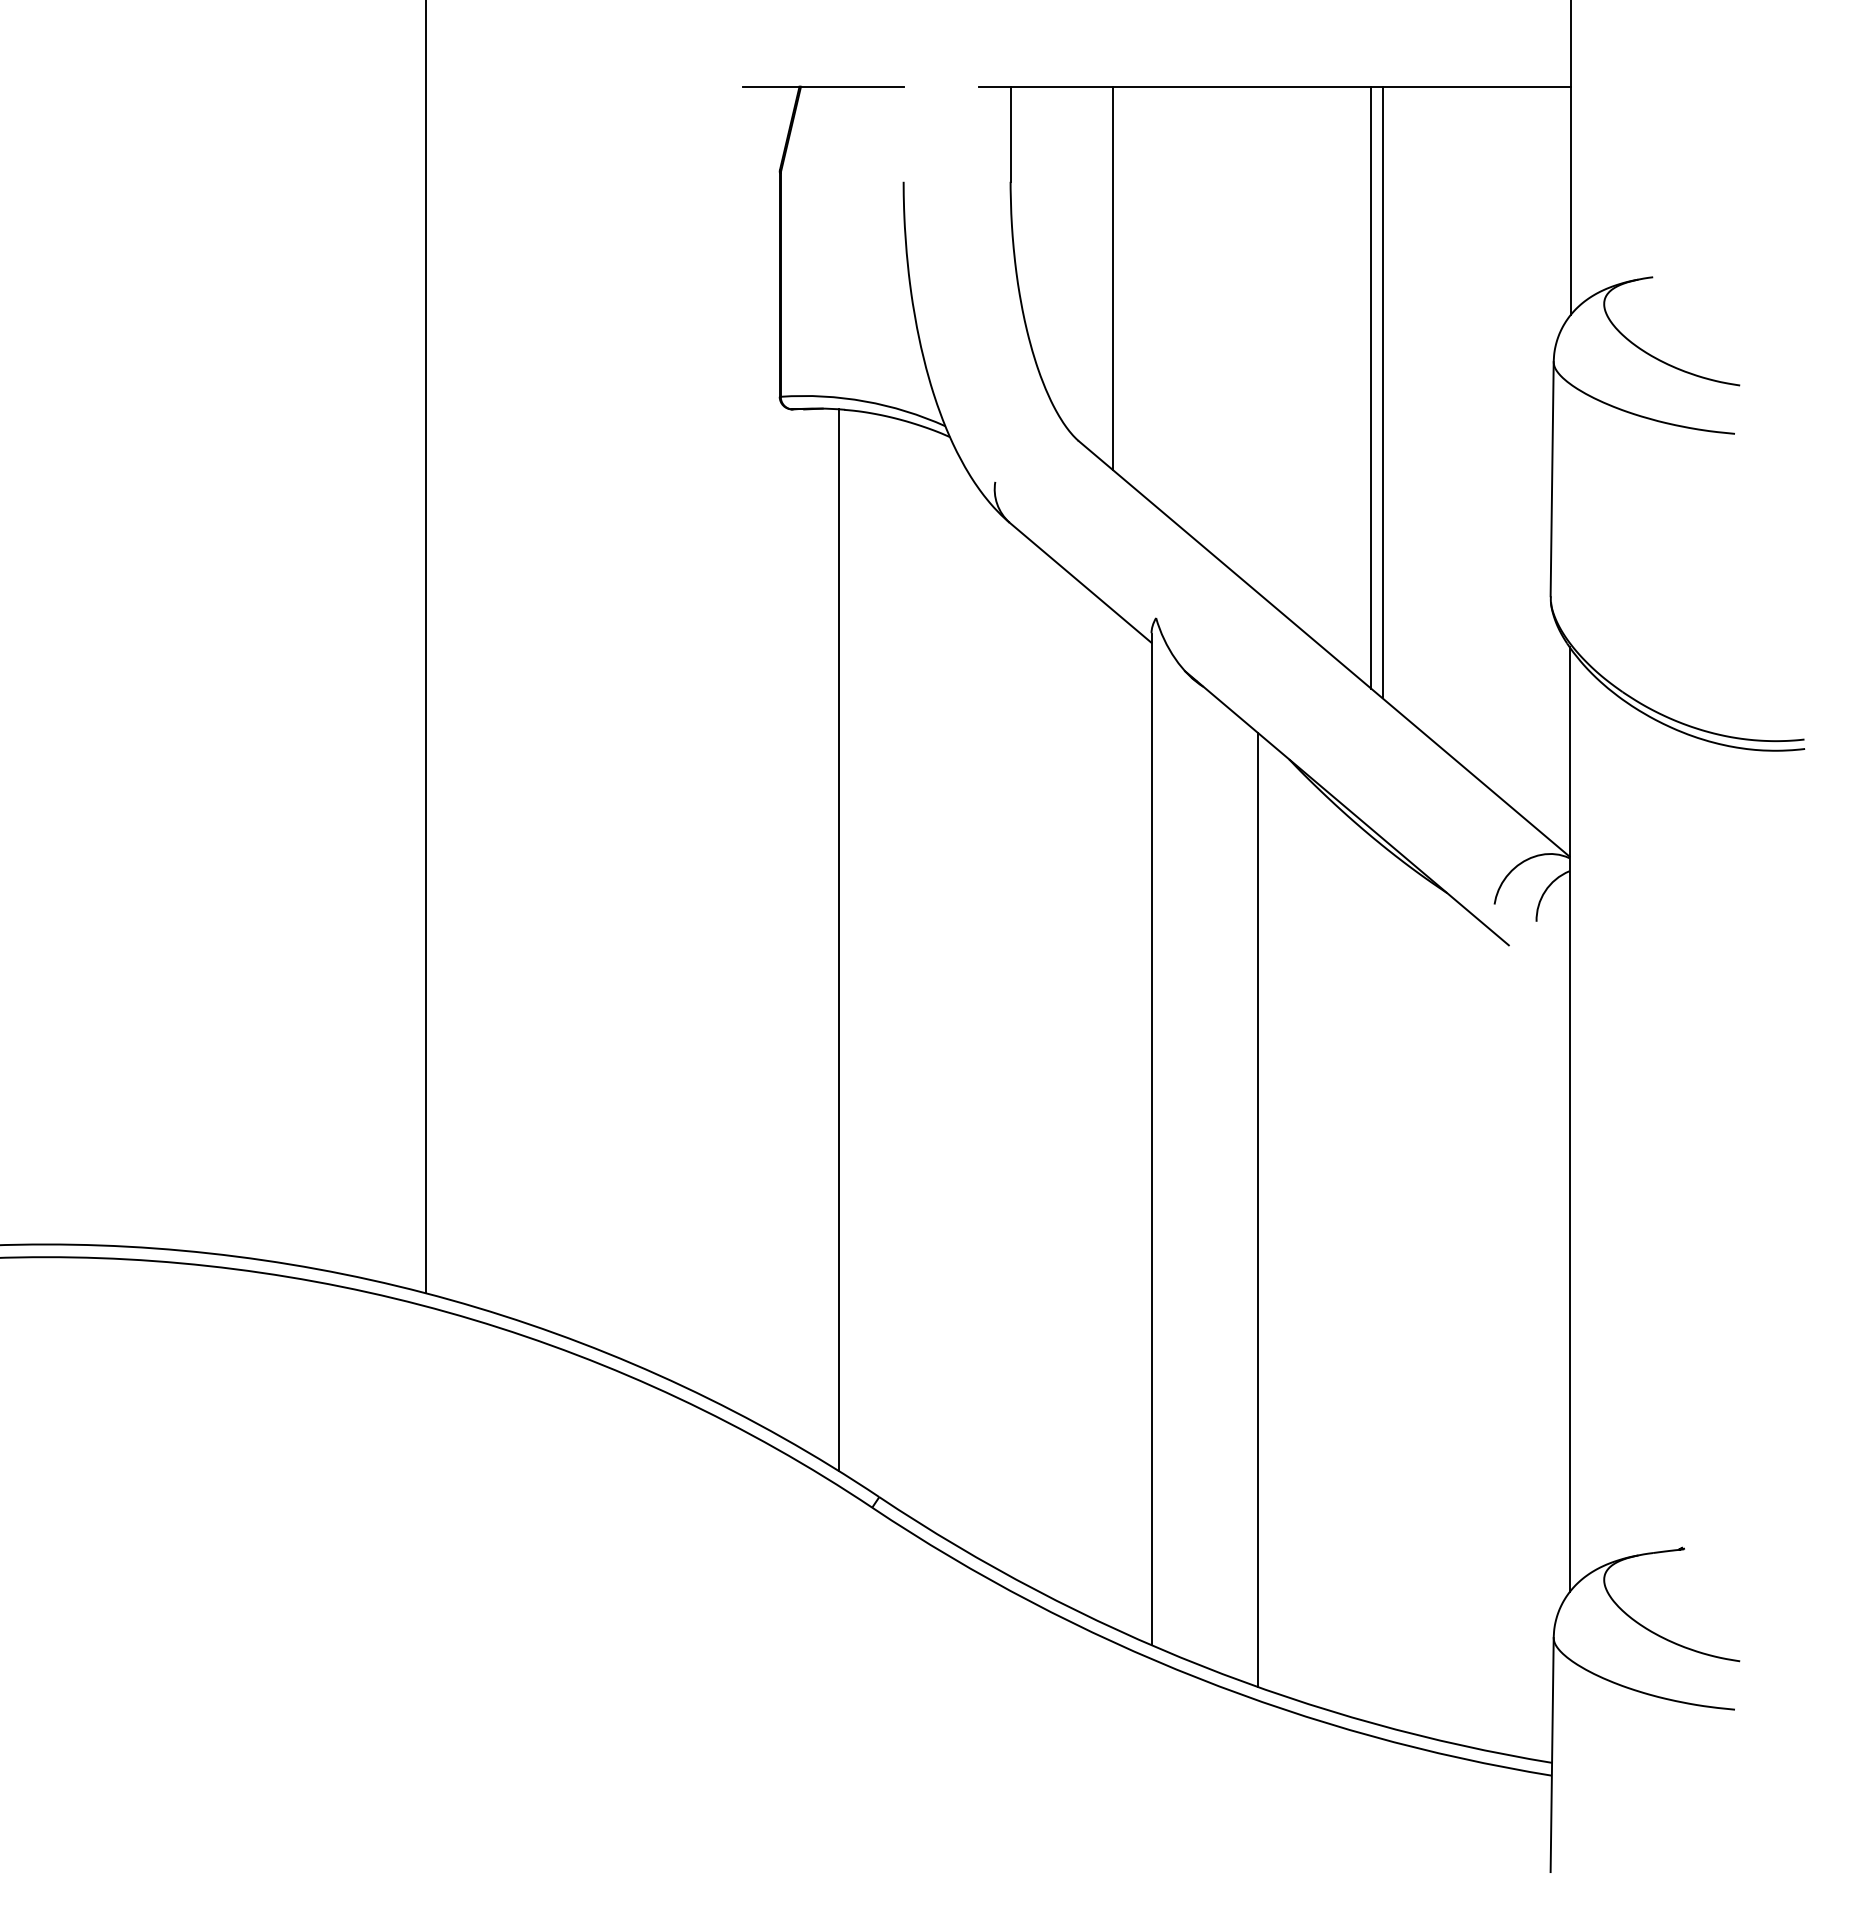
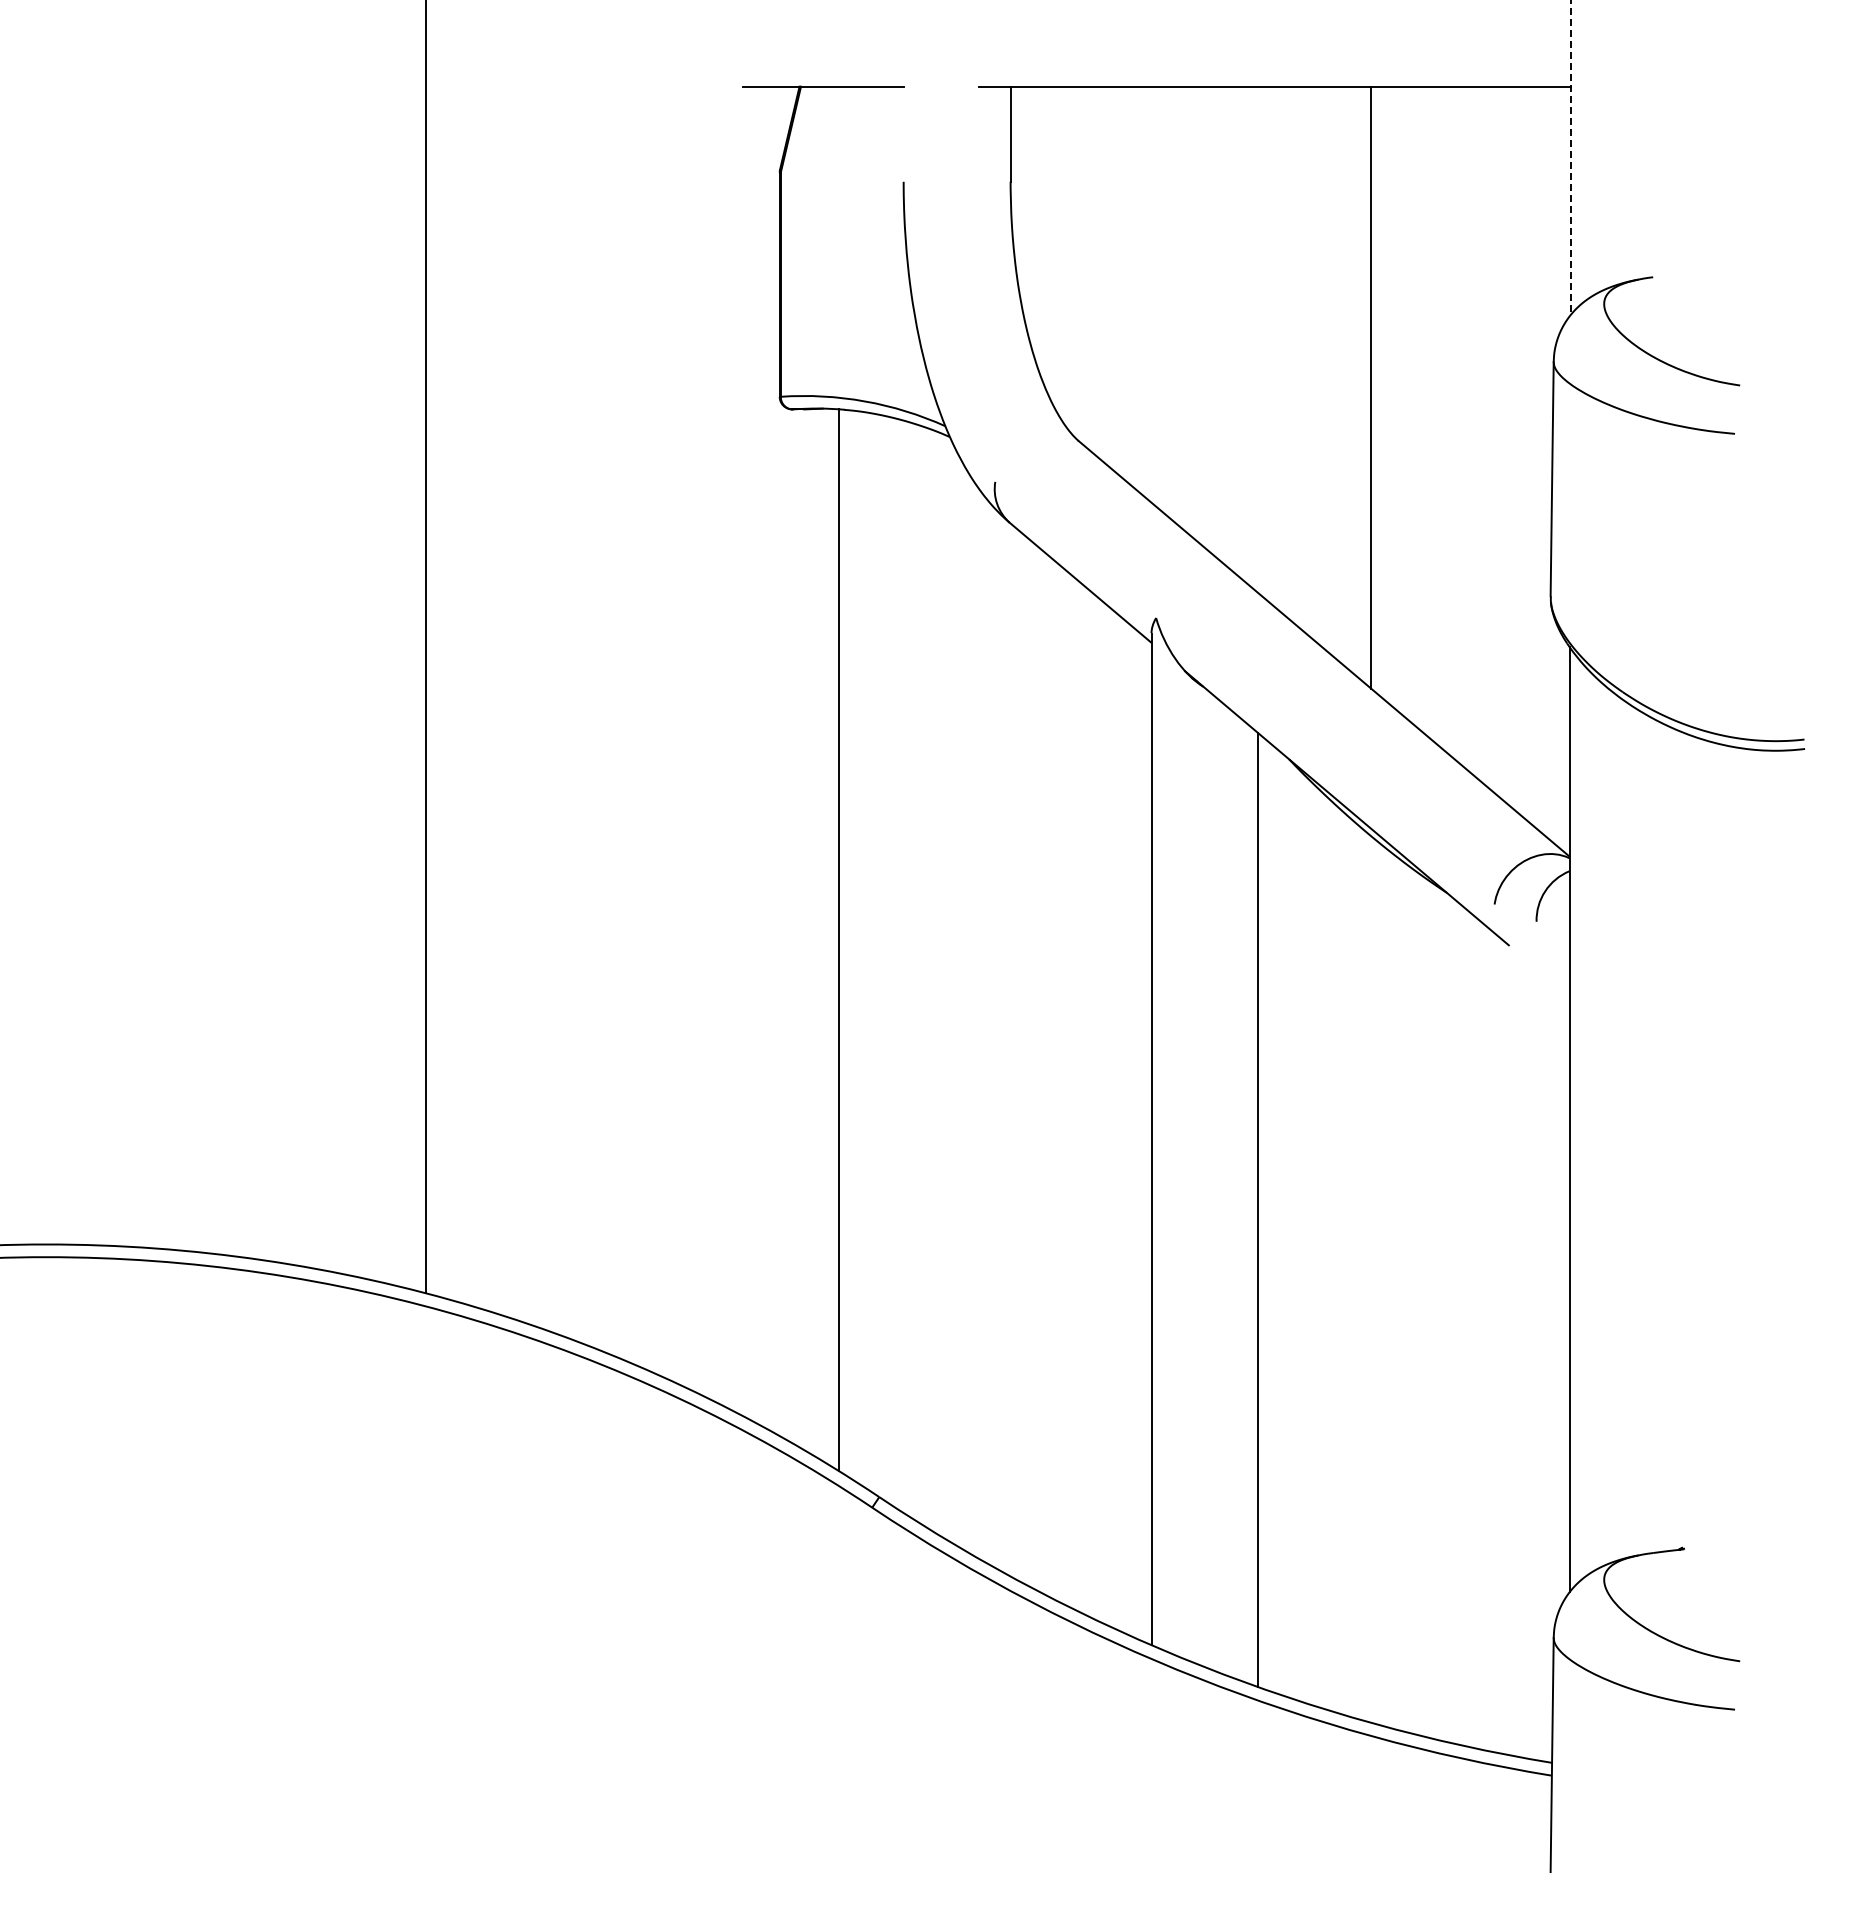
line at (1570, 158): solid -> dashed
line at (1113, 278): present -> none
line at (1382, 391): present -> none
